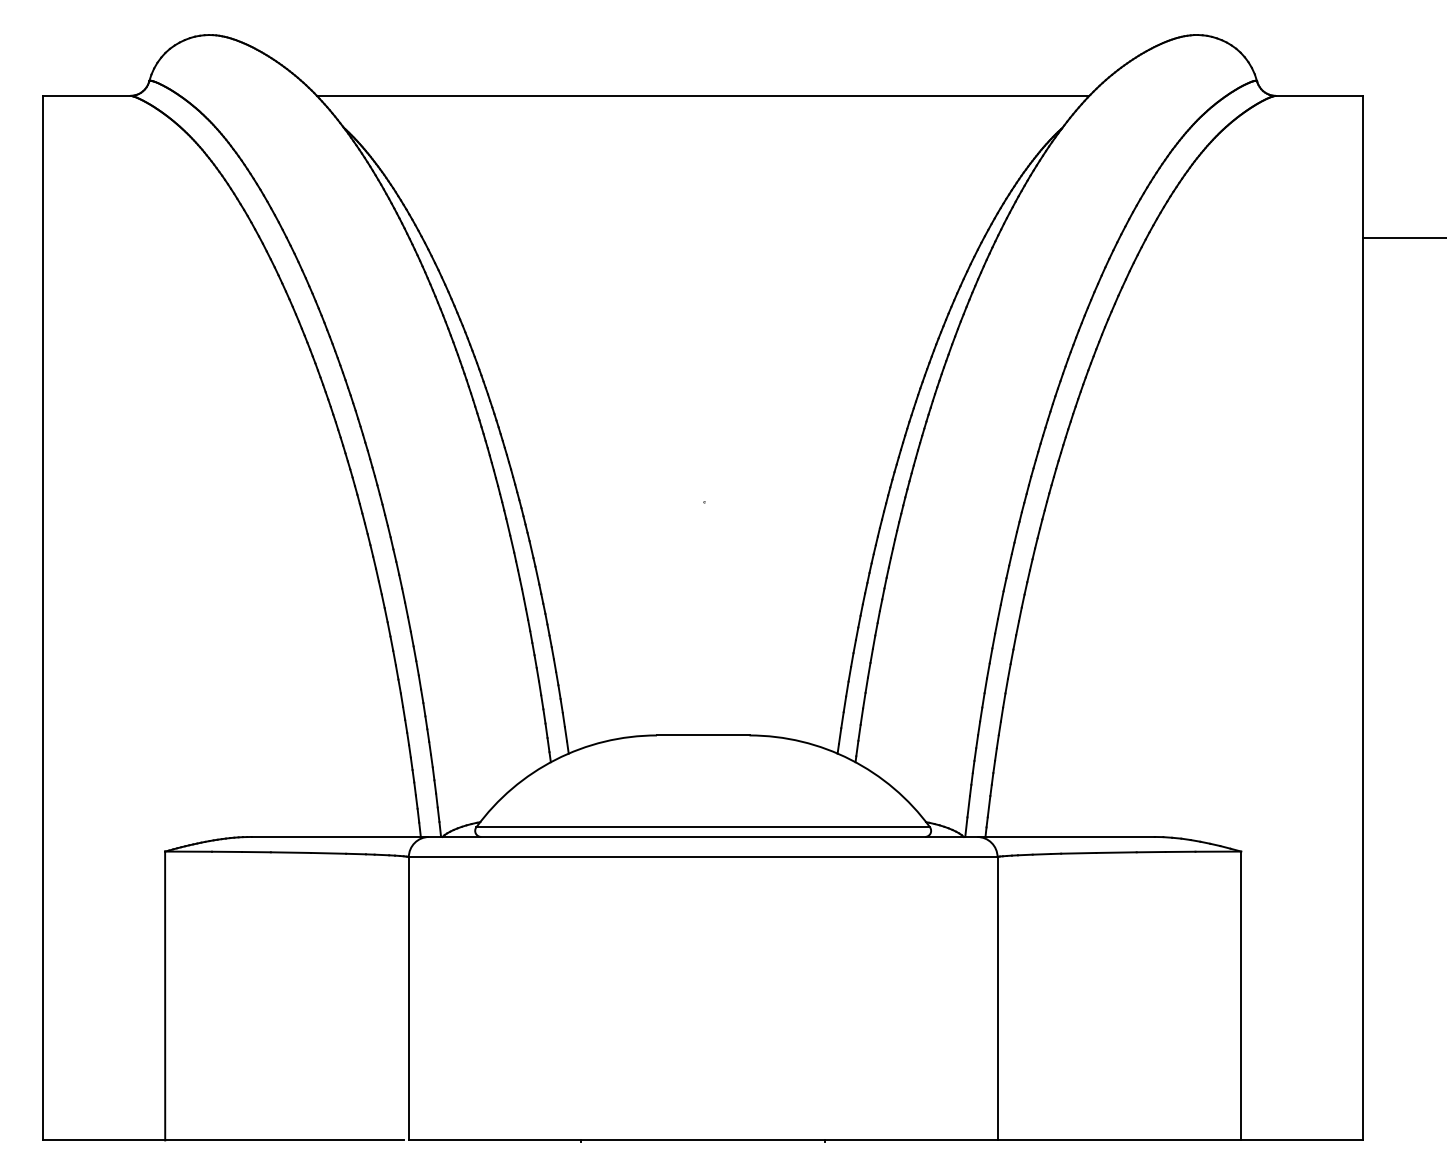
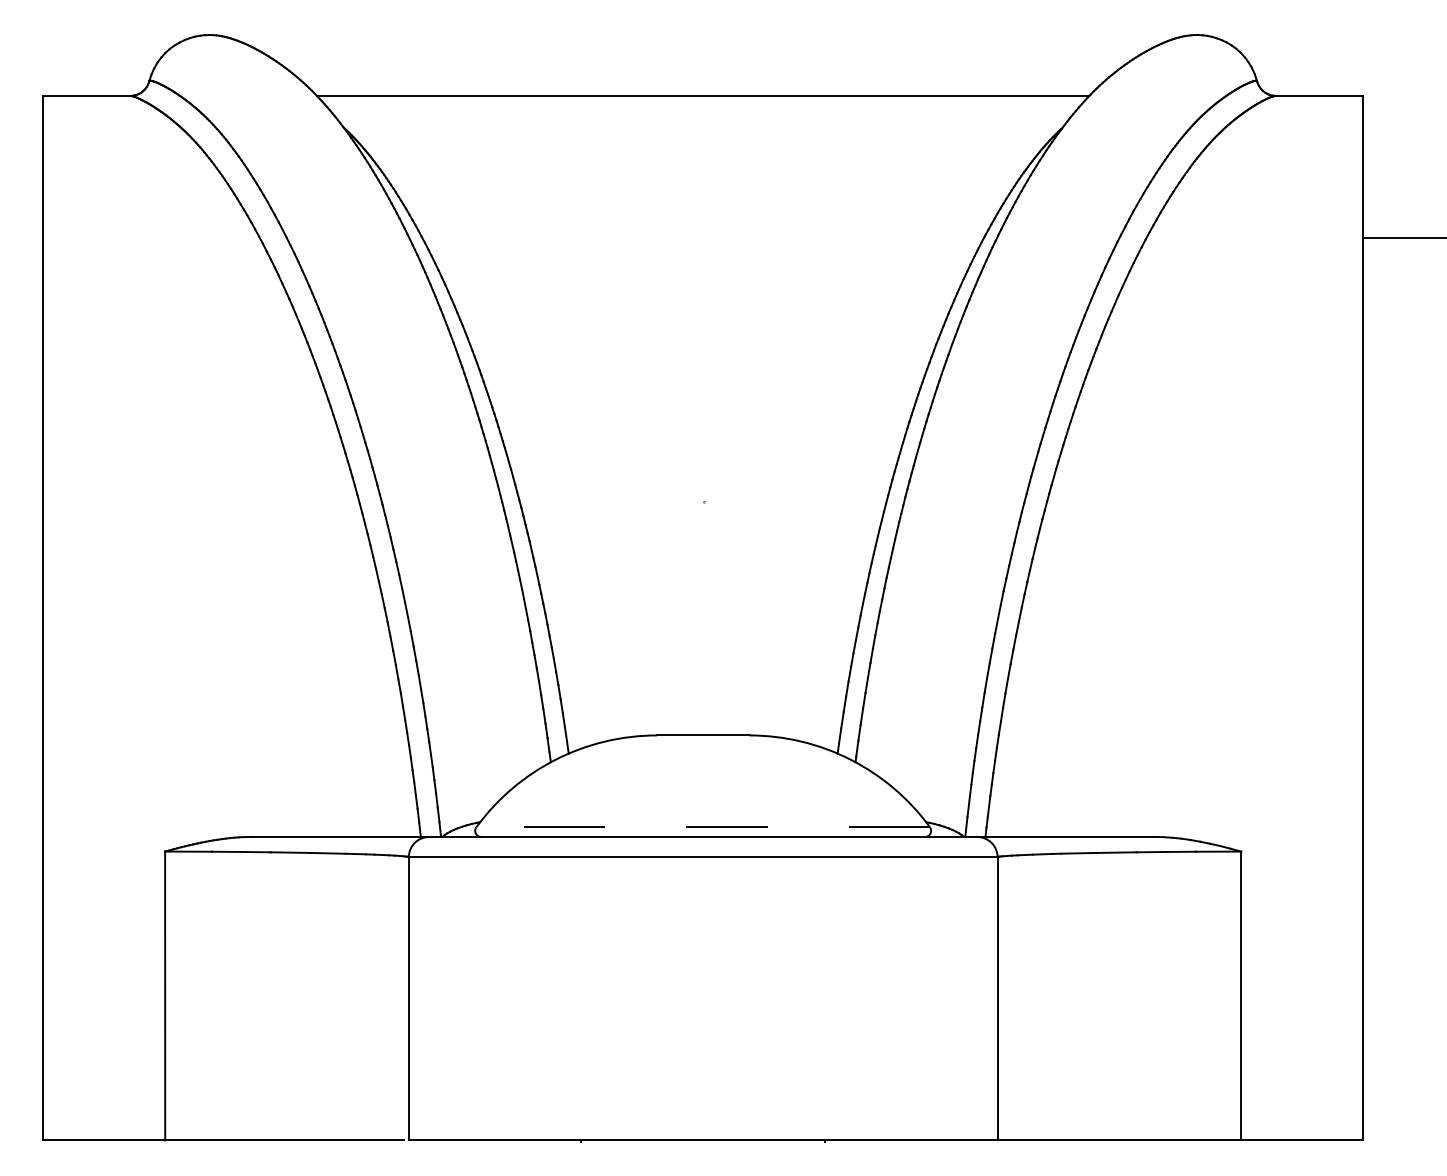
line at (703, 827): solid -> dashed
